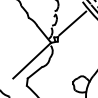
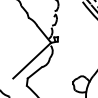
line at (72, 23): present -> none
